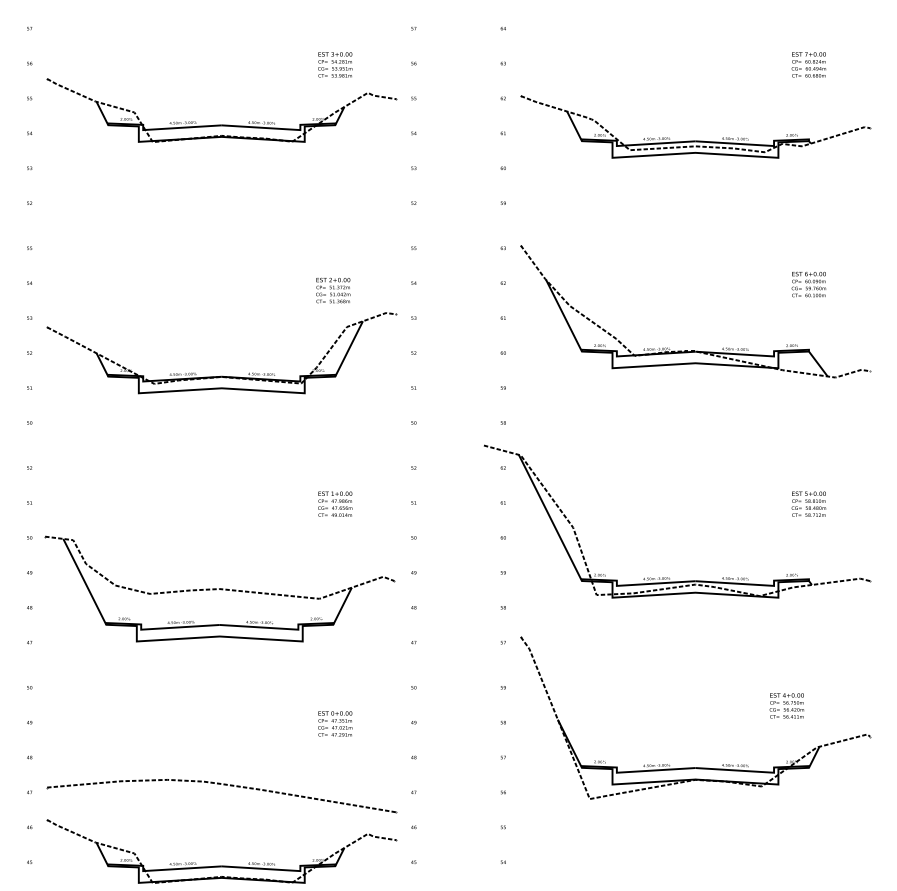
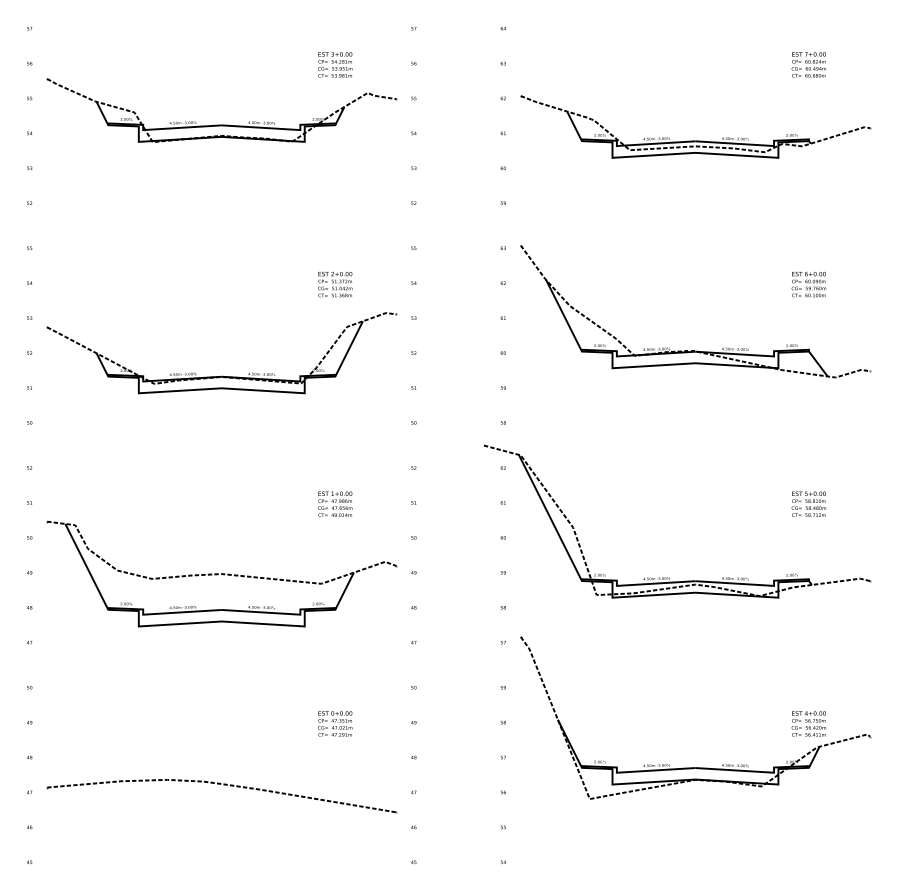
text at (333, 290) position: (333, 290) -> (335, 284)
part at (219, 588) position: (219, 588) -> (221, 573)
text at (786, 705) position: (786, 705) -> (808, 723)
part at (221, 865): present -> none
